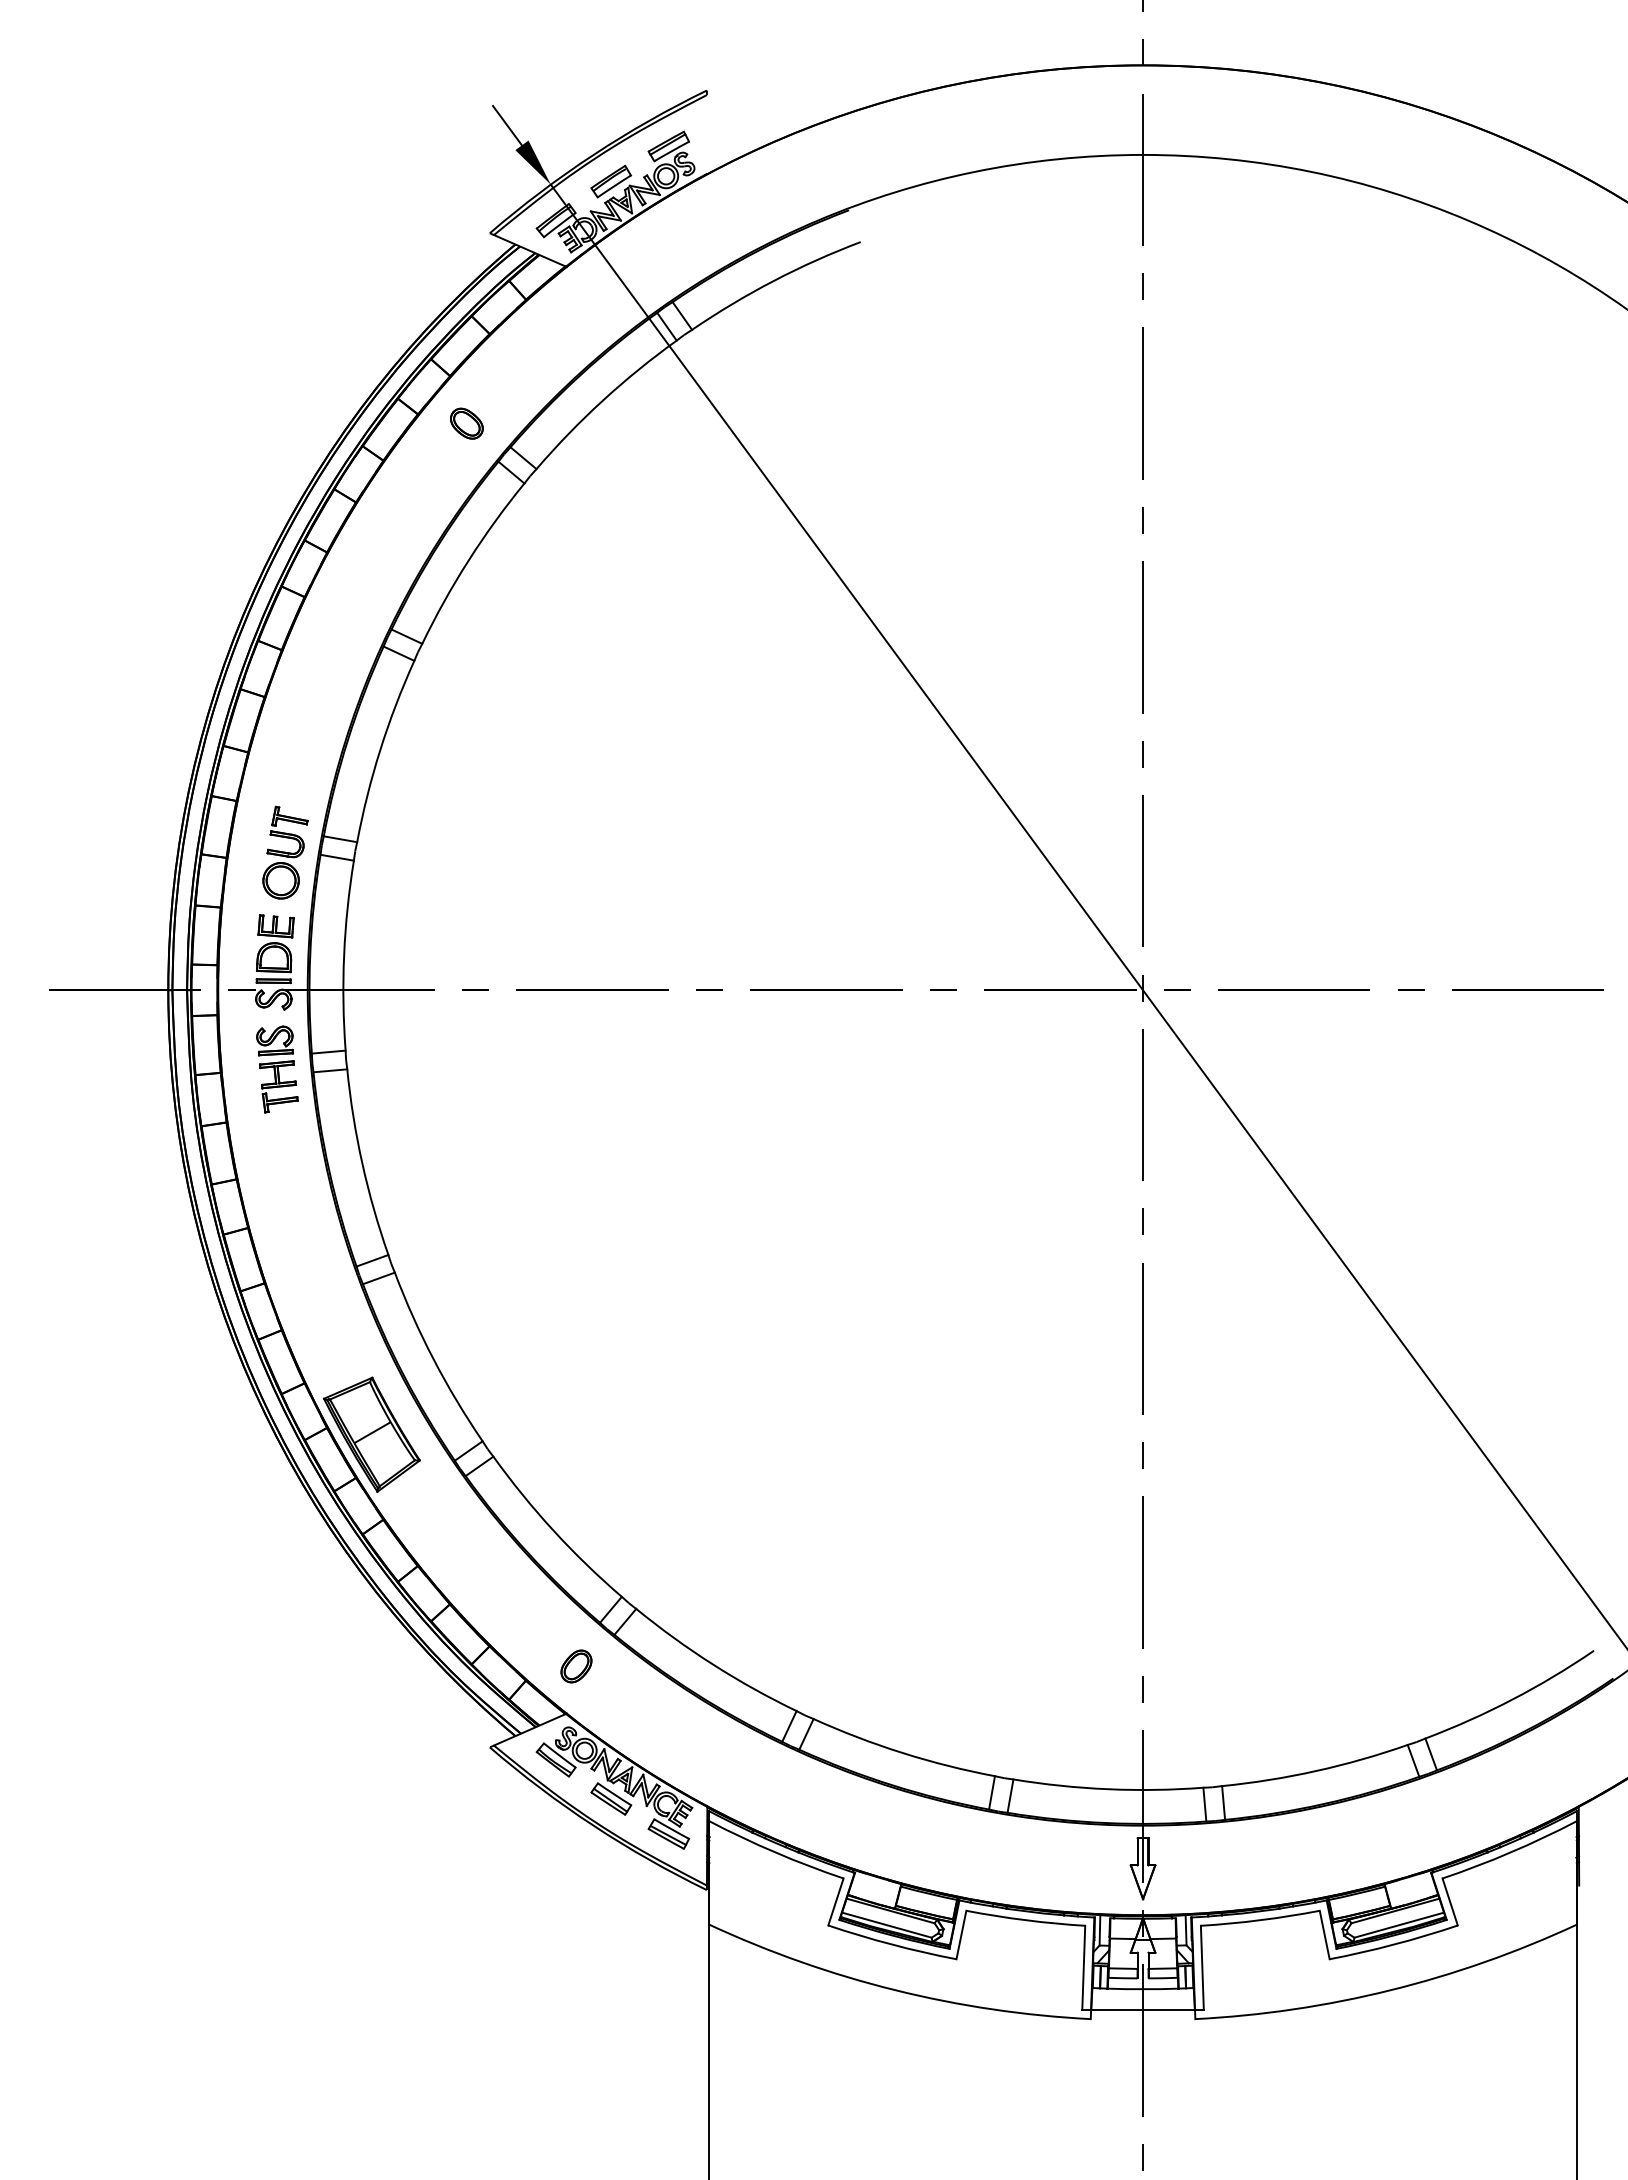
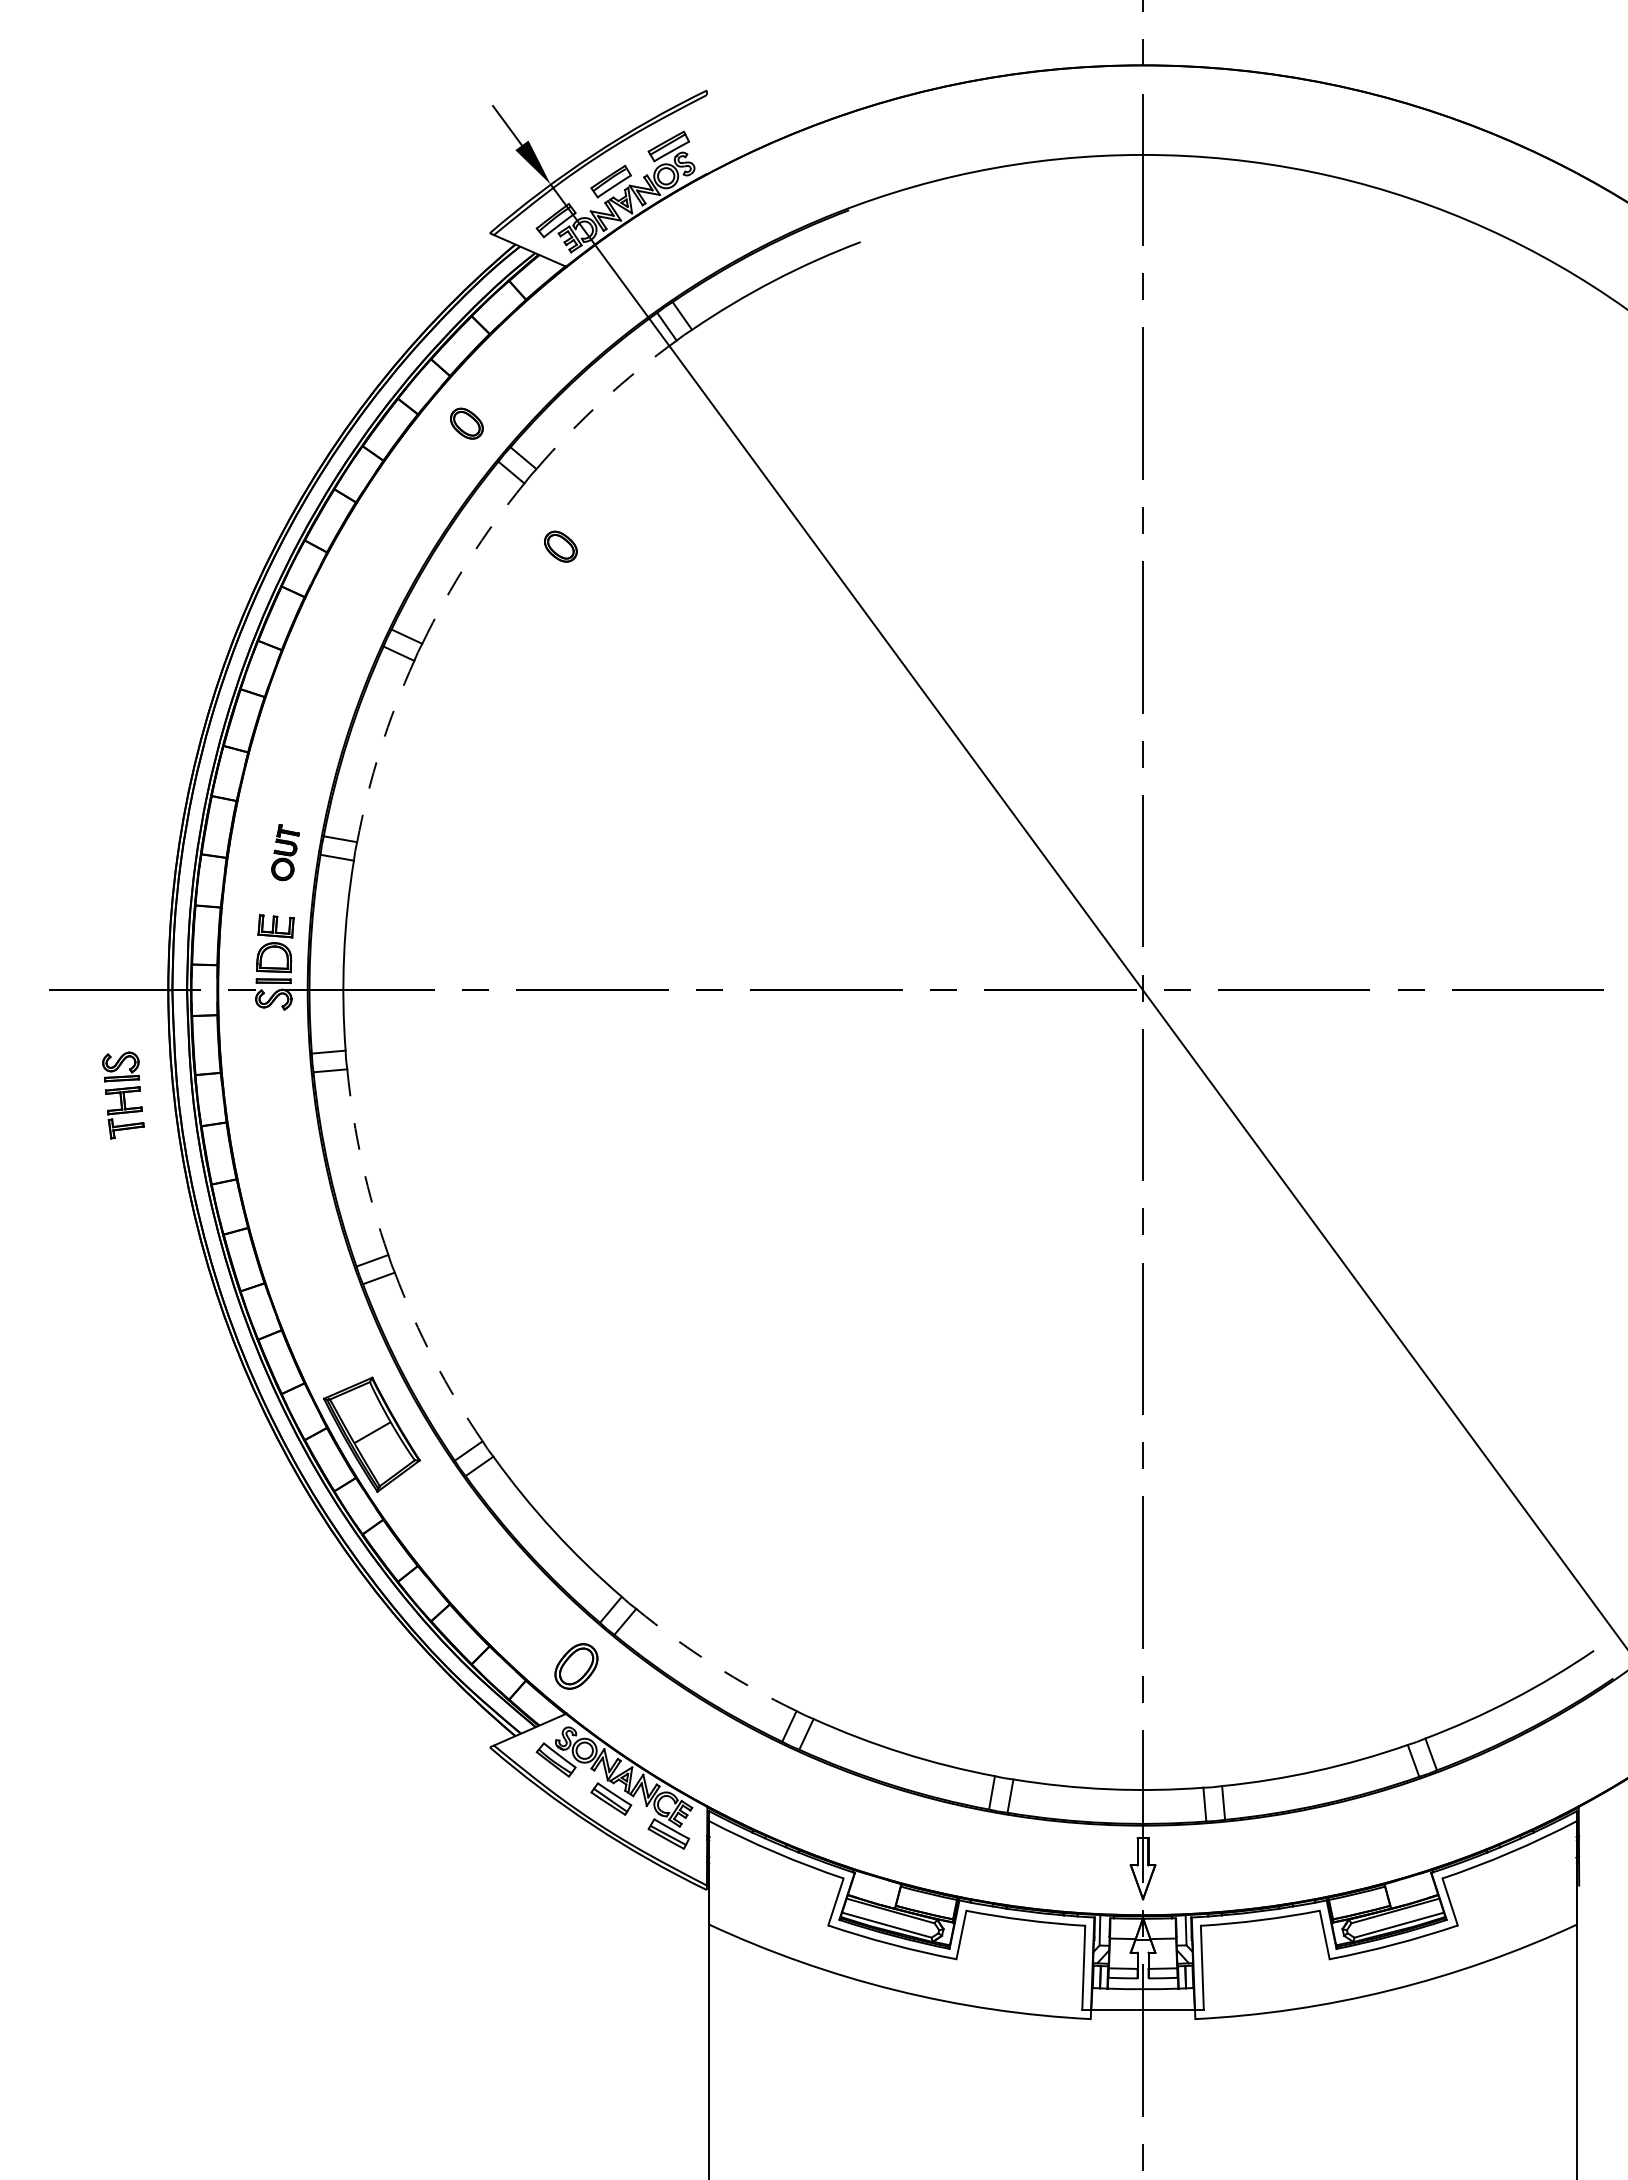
arc at (602, 400): solid -> dashed
part at (560, 546): none -> present
arc at (468, 560): solid -> dashed
arc at (380, 749): solid -> dashed
part at (285, 852) size: 47x95 px -> 29x58 px
part at (277, 1069) position: (277, 1069) -> (123, 1095)
arc at (362, 1163): solid -> dashed
arc at (433, 1359): solid -> dashed
arc at (713, 1664): solid -> dashed
part at (576, 1666) size: 33x35 px -> 45x47 px
